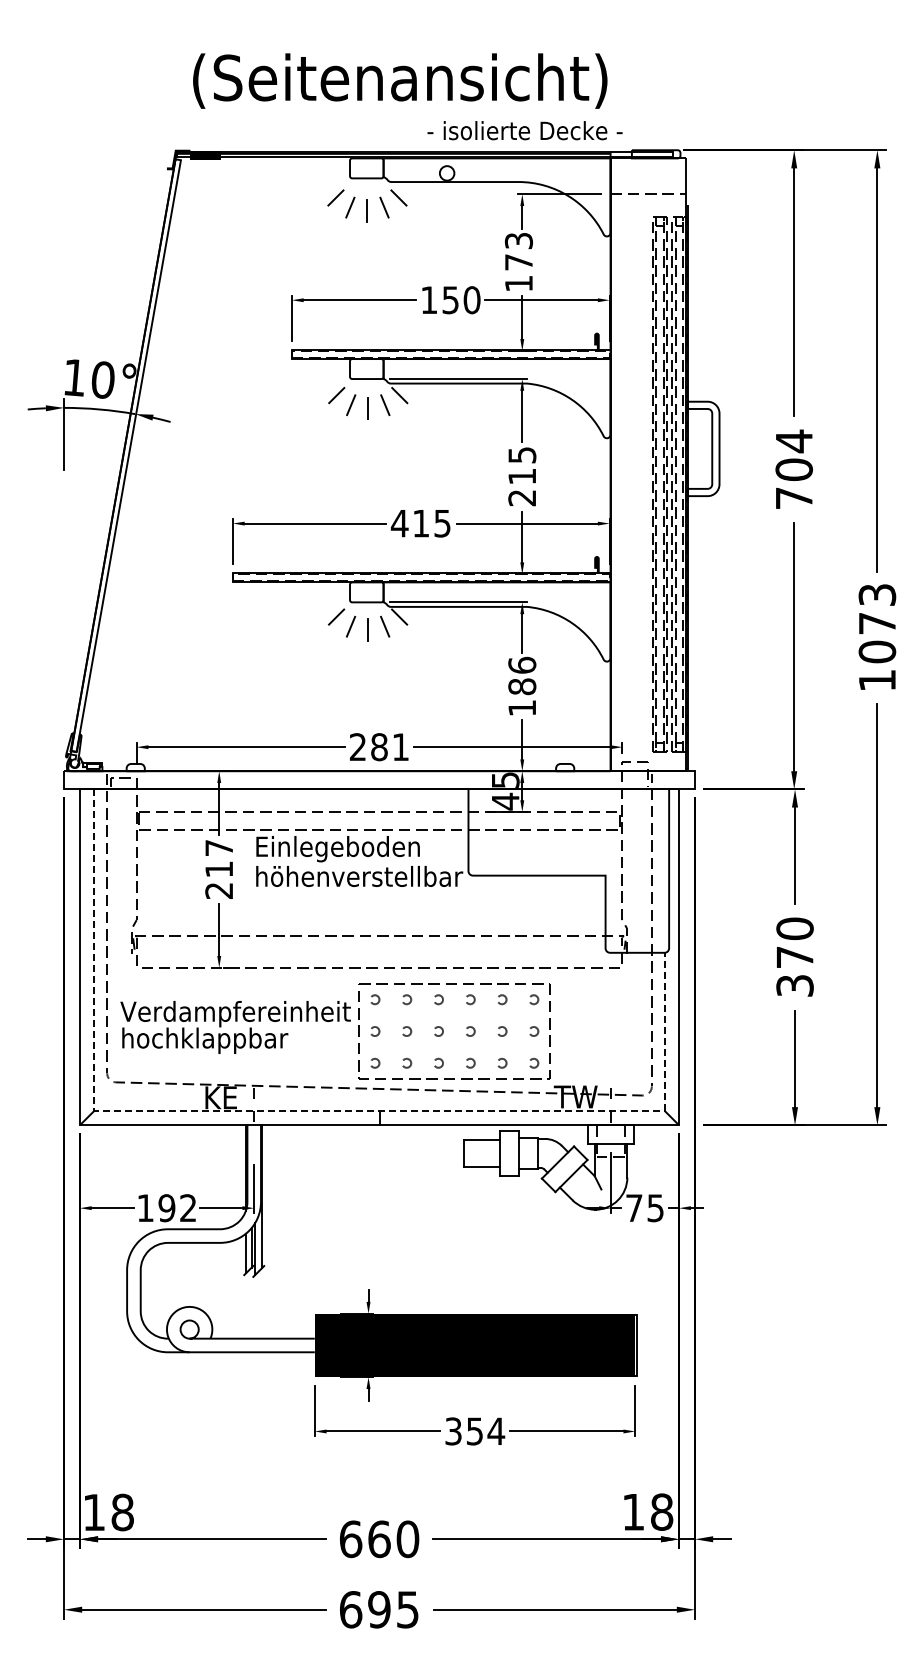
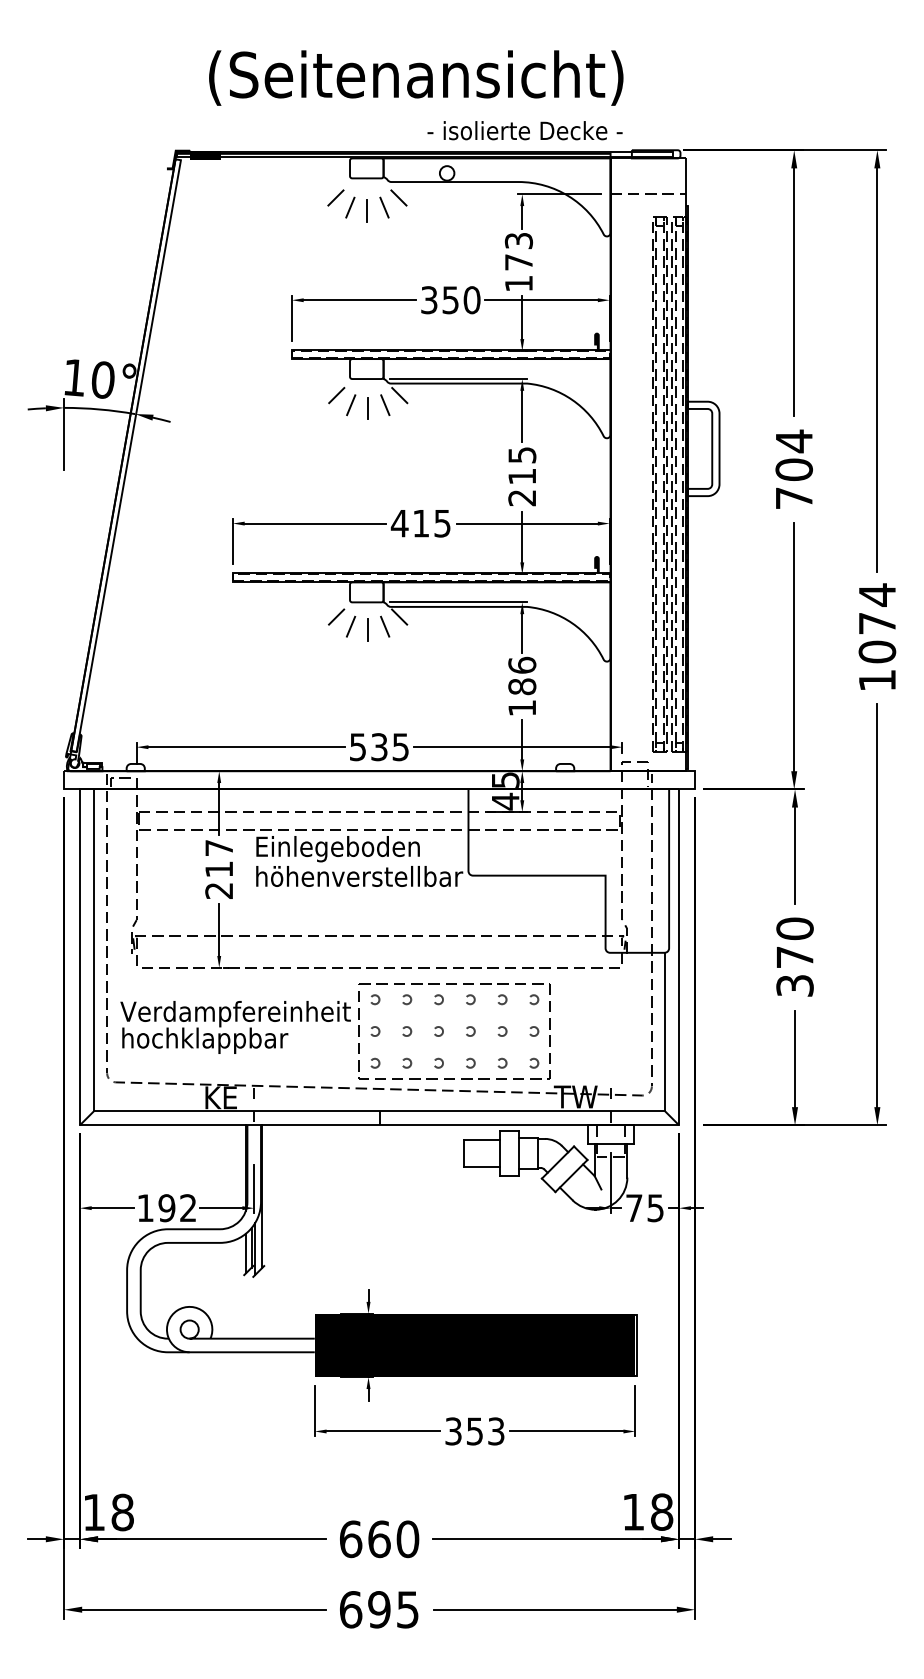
text at (400, 80) position: (400, 80) -> (416, 77)
text at (429, 300): 150 -> 350
text at (877, 594): 1073 -> 1074
text at (379, 747): 281 -> 535
line at (298, 1110): dashed -> solid
text at (496, 1431): 354 -> 353
